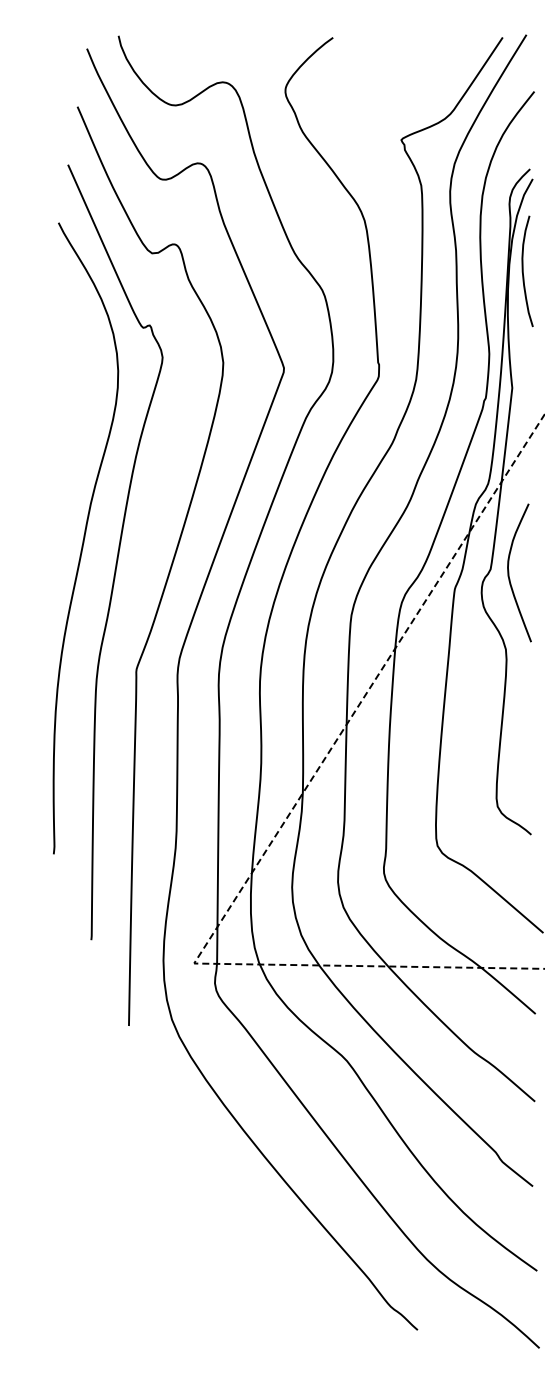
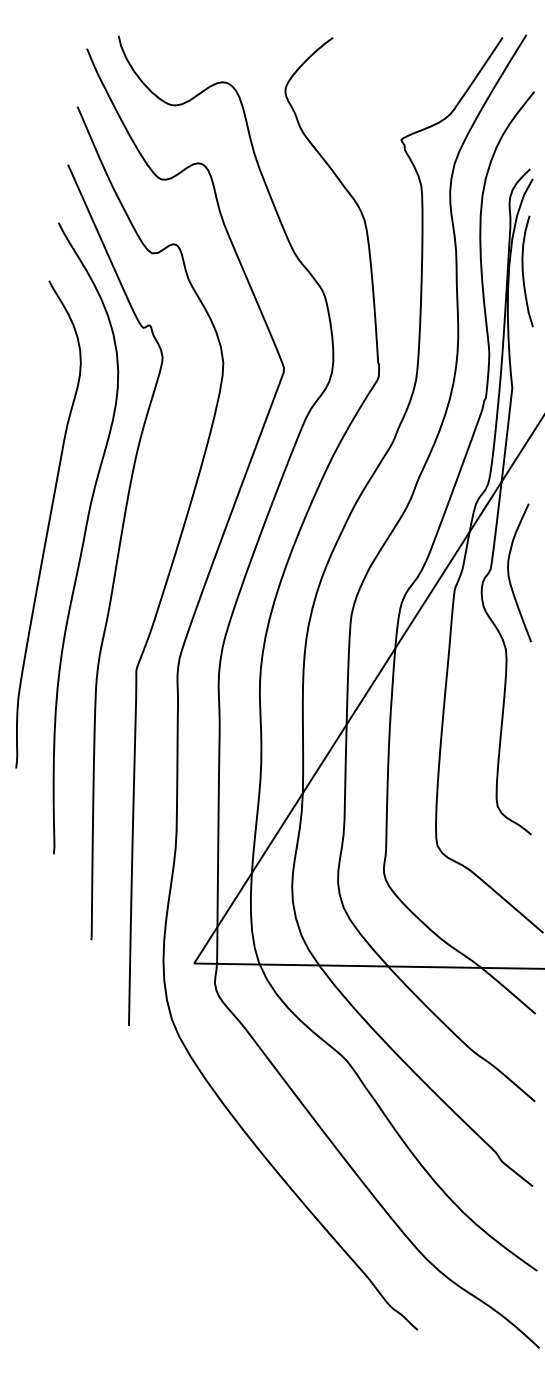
curve at (48, 524): none -> present
line at (274, 837): dashed -> solid
